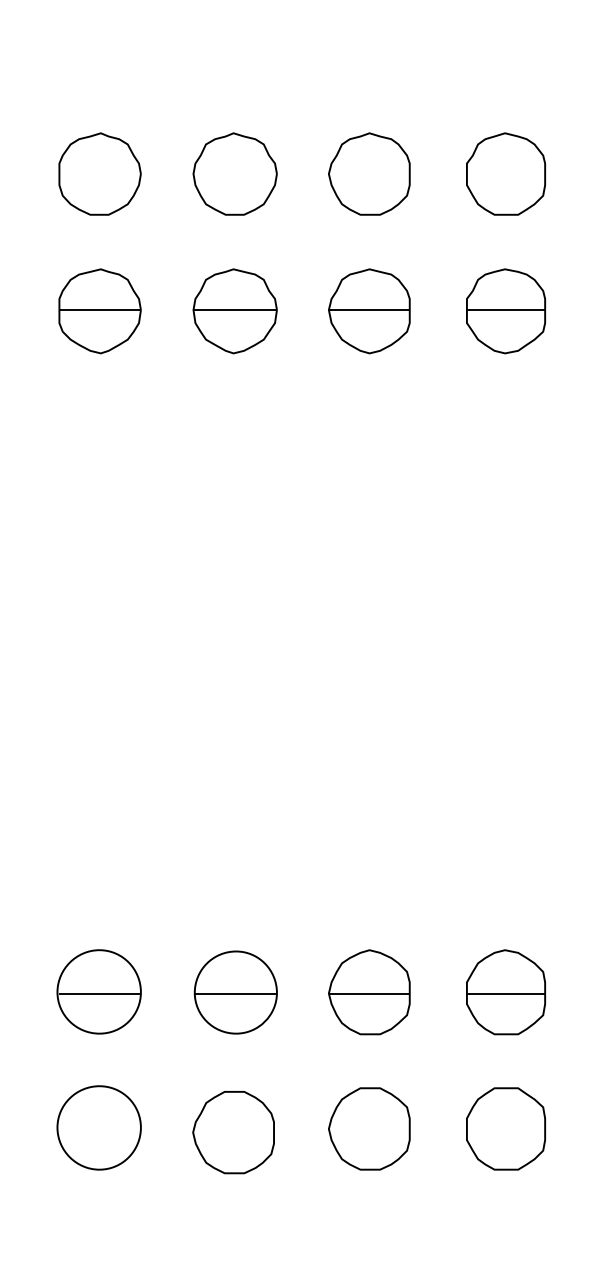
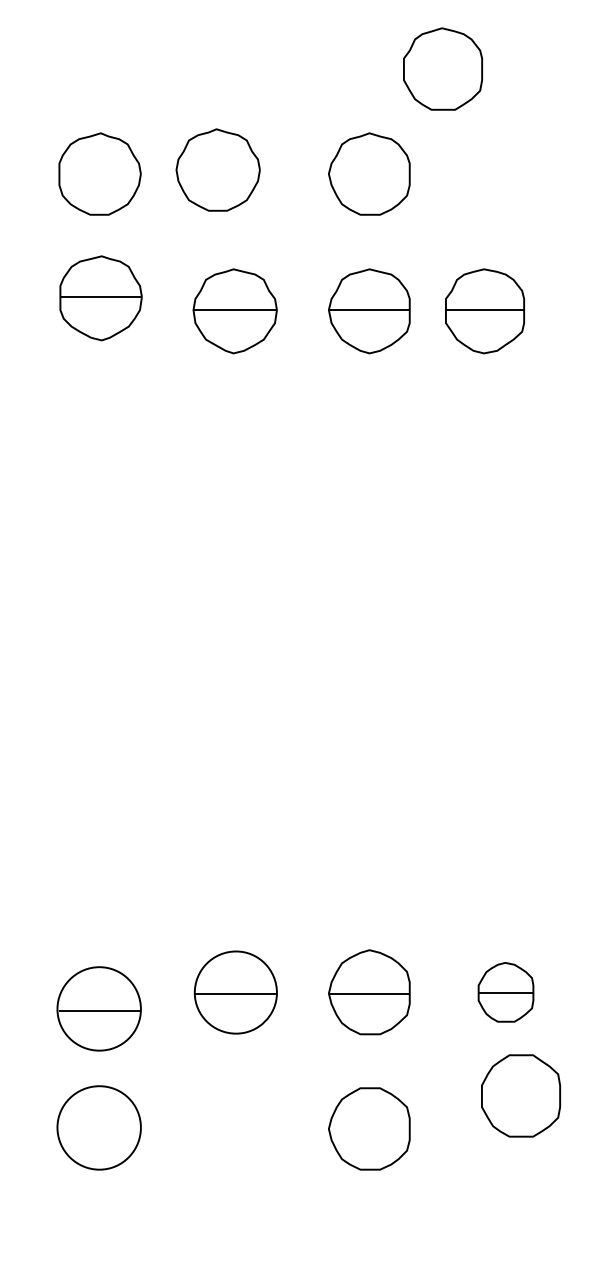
part at (234, 173) position: (234, 173) -> (217, 169)
part at (505, 173) position: (505, 173) -> (442, 68)
part at (99, 311) position: (99, 311) -> (100, 298)
part at (505, 311) position: (505, 311) -> (484, 311)
part at (98, 991) position: (98, 991) -> (98, 1008)
part at (505, 992) size: 80x87 px -> 58x61 px
part at (505, 1128) position: (505, 1128) -> (520, 1095)
part at (233, 1132): present -> none
